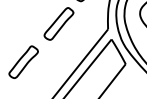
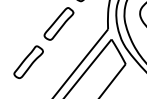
part at (23, 61) position: (23, 61) -> (28, 61)
